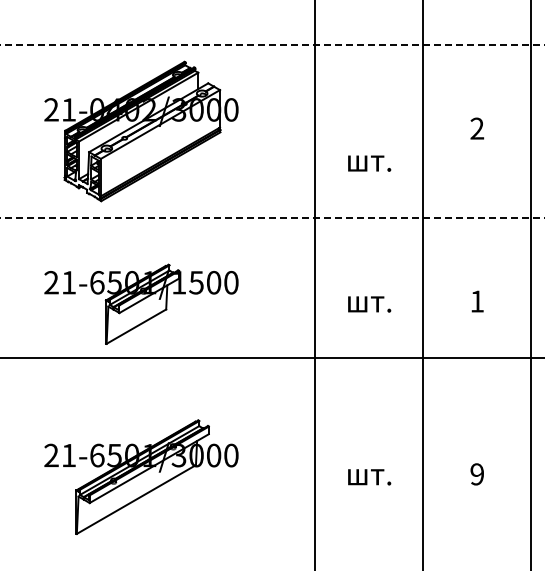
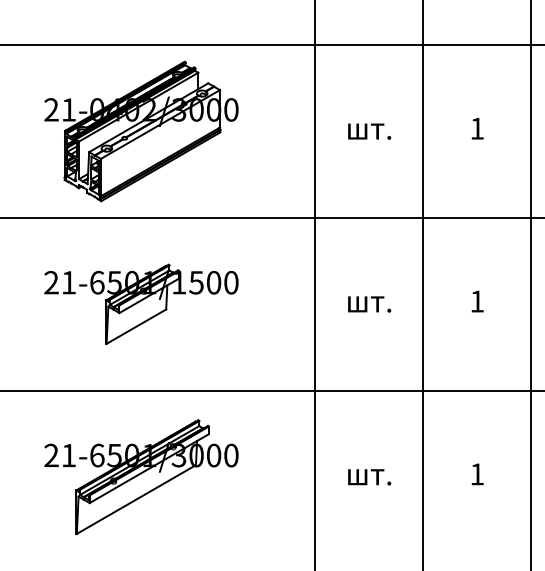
line at (272, 45): dashed -> solid
text at (477, 128): 2 -> 1
text at (369, 163) position: (369, 163) -> (369, 131)
line at (272, 217): dashed -> solid
line at (271, 357) position: (271, 357) -> (271, 390)
text at (476, 474): 9 -> 1
